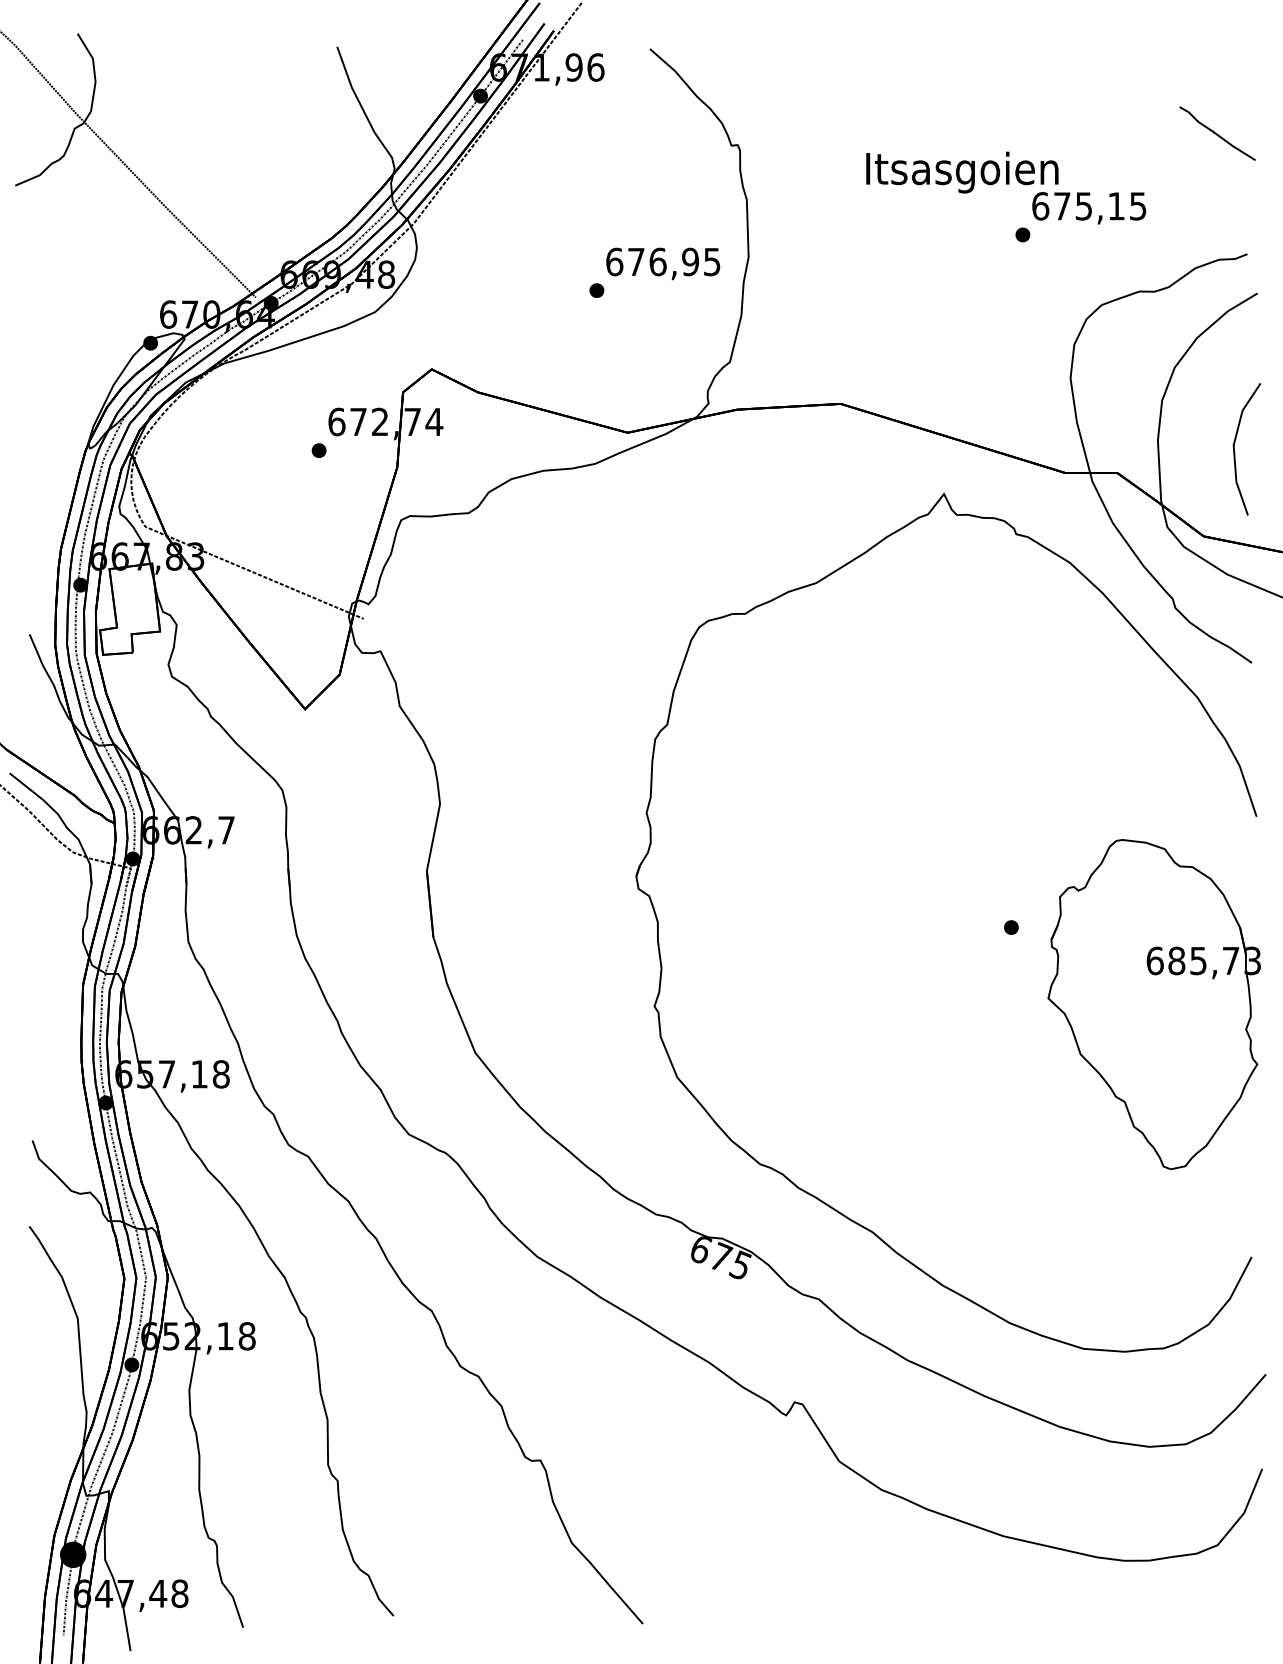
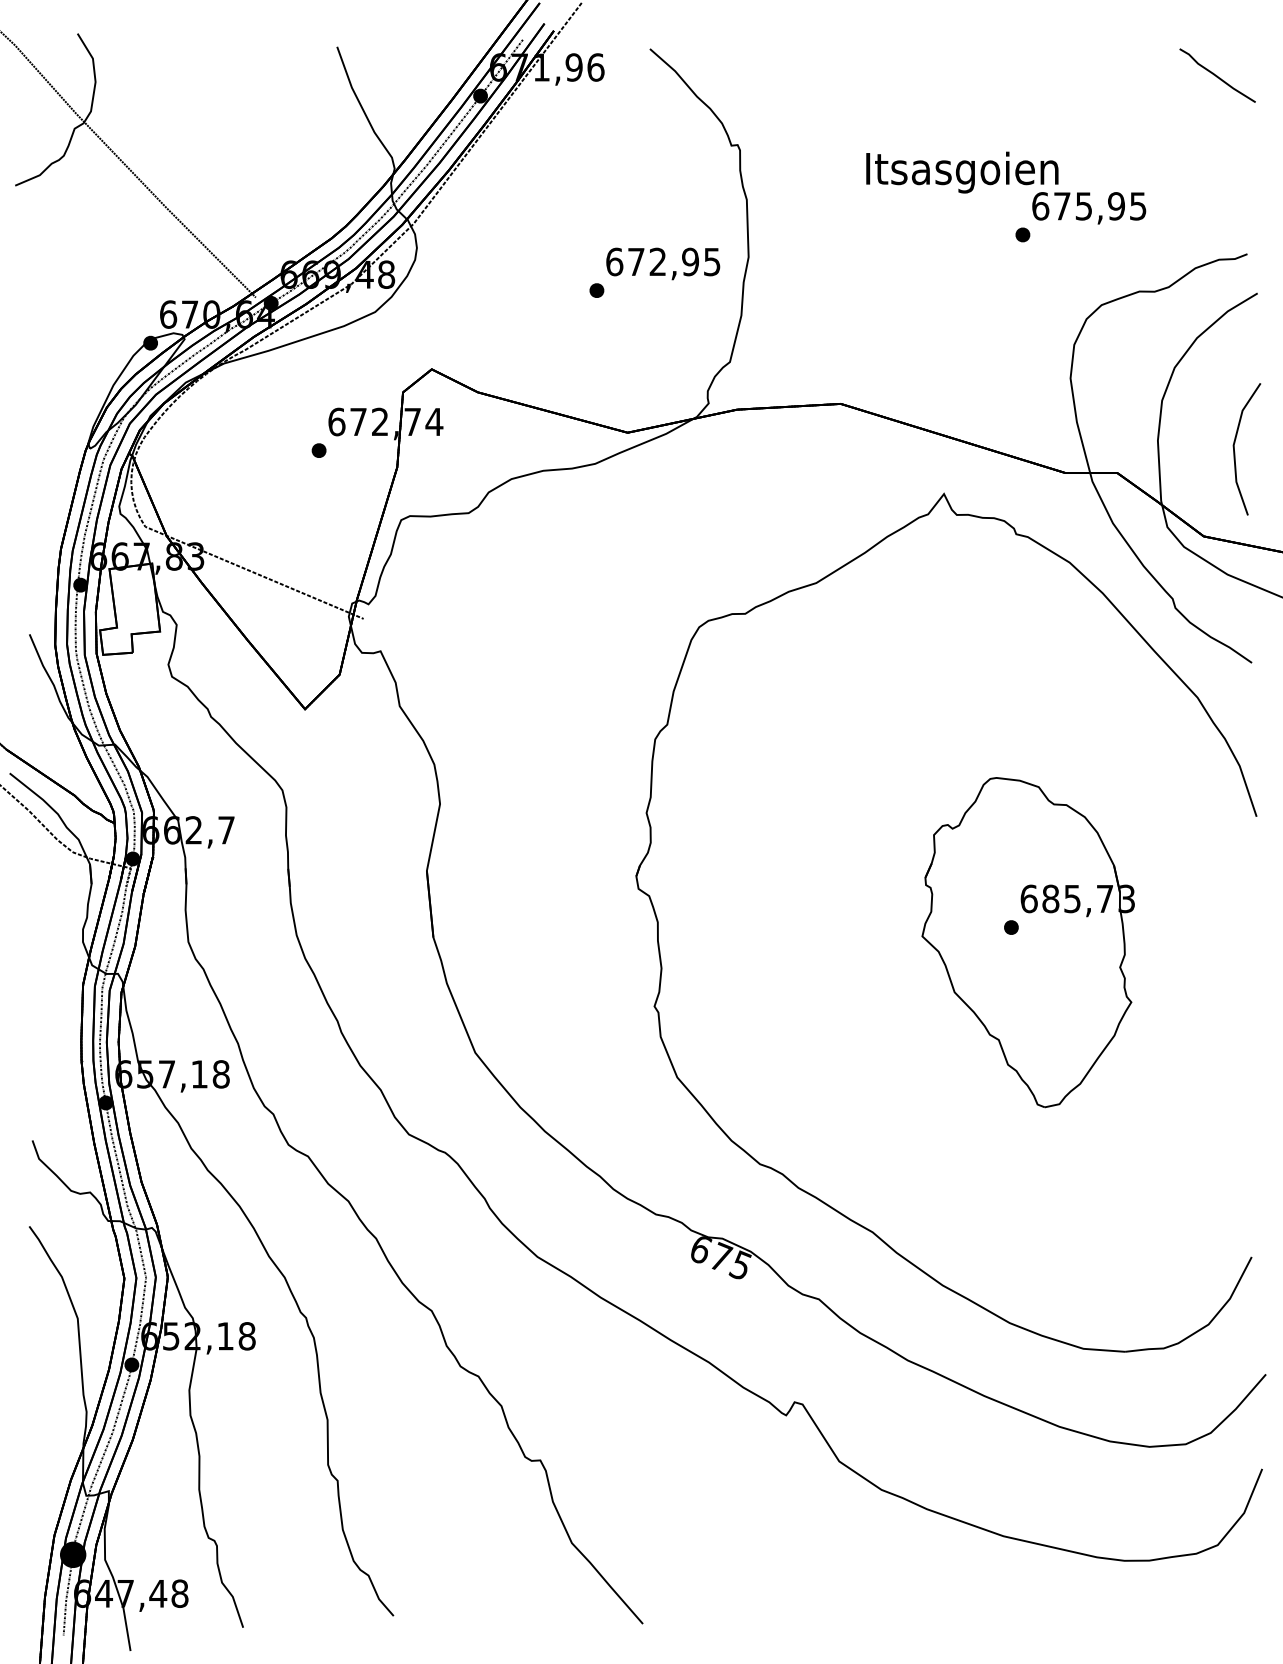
part at (1217, 133) position: (1217, 133) -> (1217, 75)
text at (1116, 206): 675,15 -> 675,95
text at (657, 261): 676,95 -> 672,95
part at (1153, 1004) position: (1153, 1004) -> (1027, 942)
